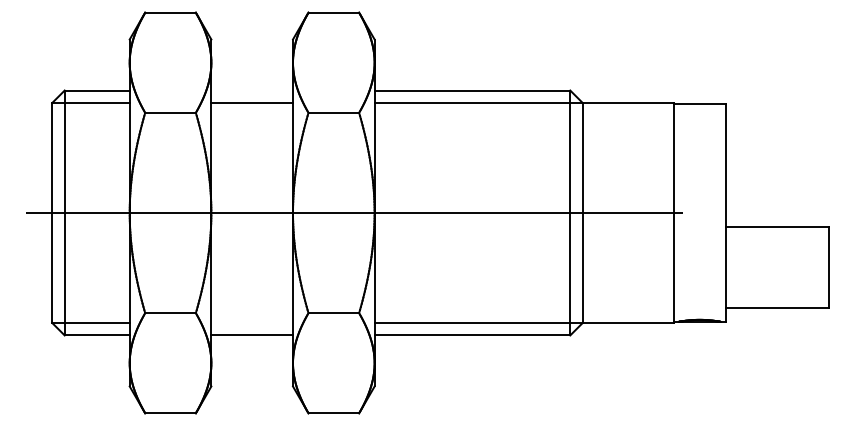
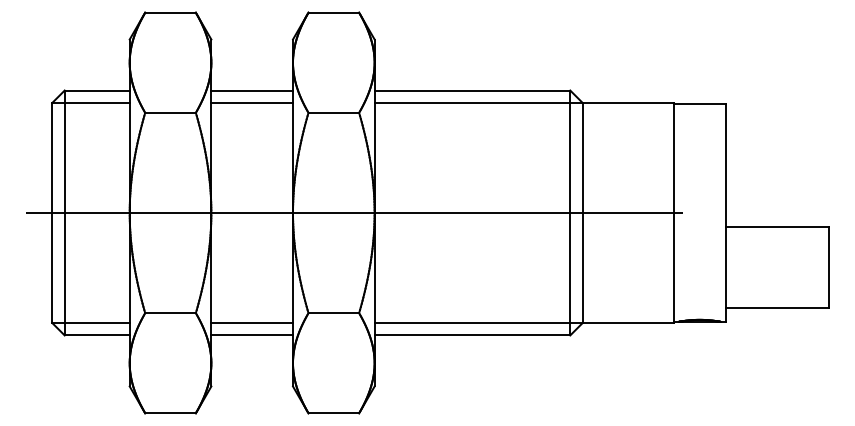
line at (252, 90): none -> present
line at (252, 322): none -> present
